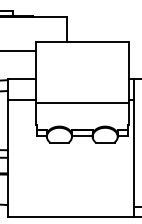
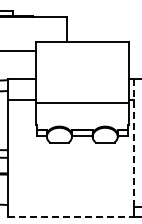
line at (134, 142): solid -> dashed
line at (71, 216): solid -> dashed
